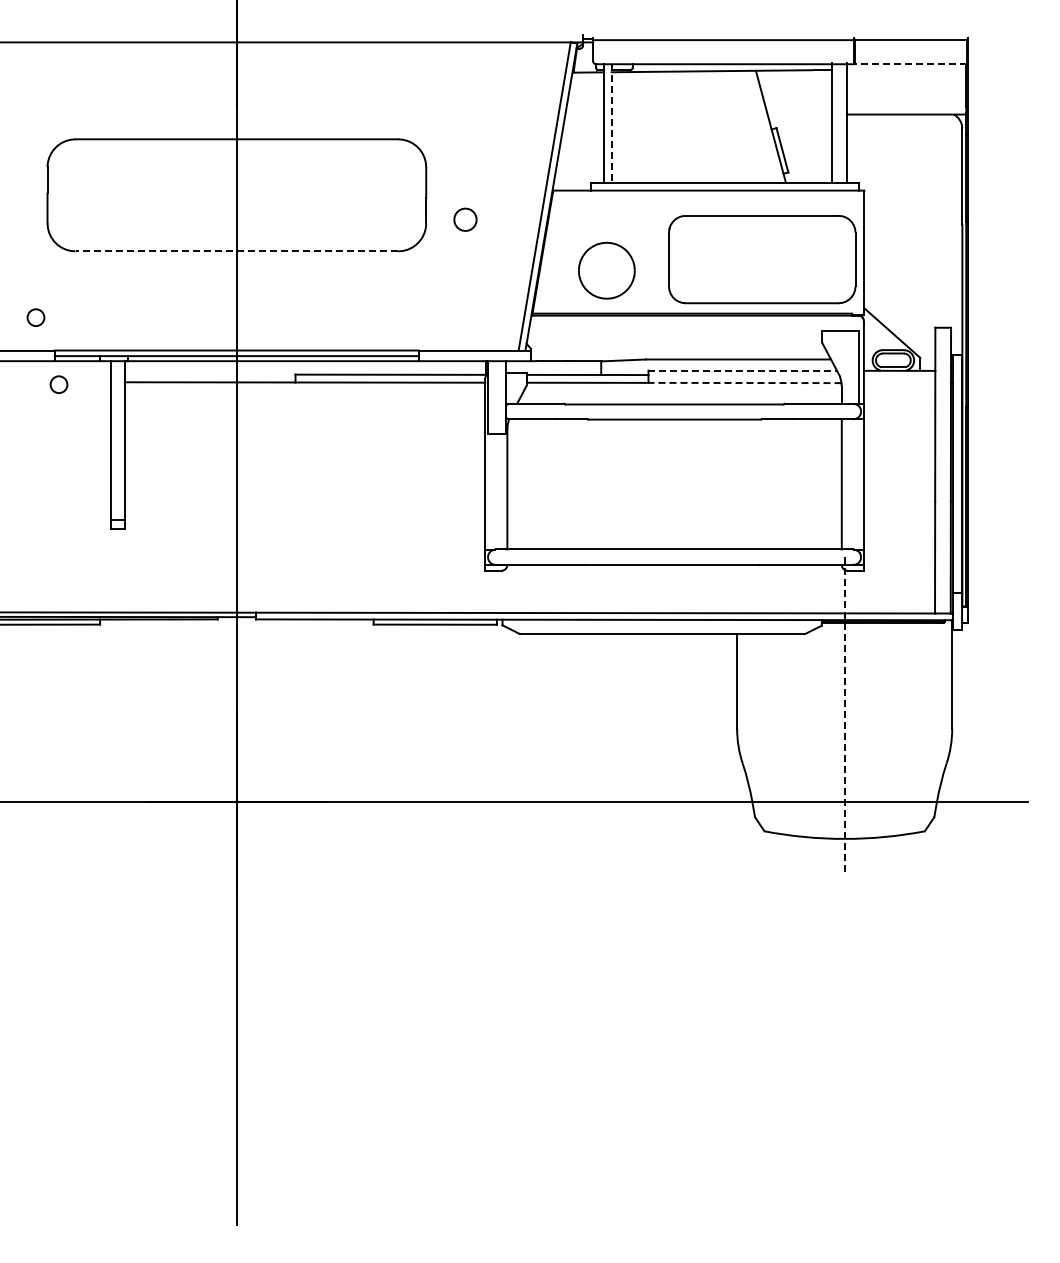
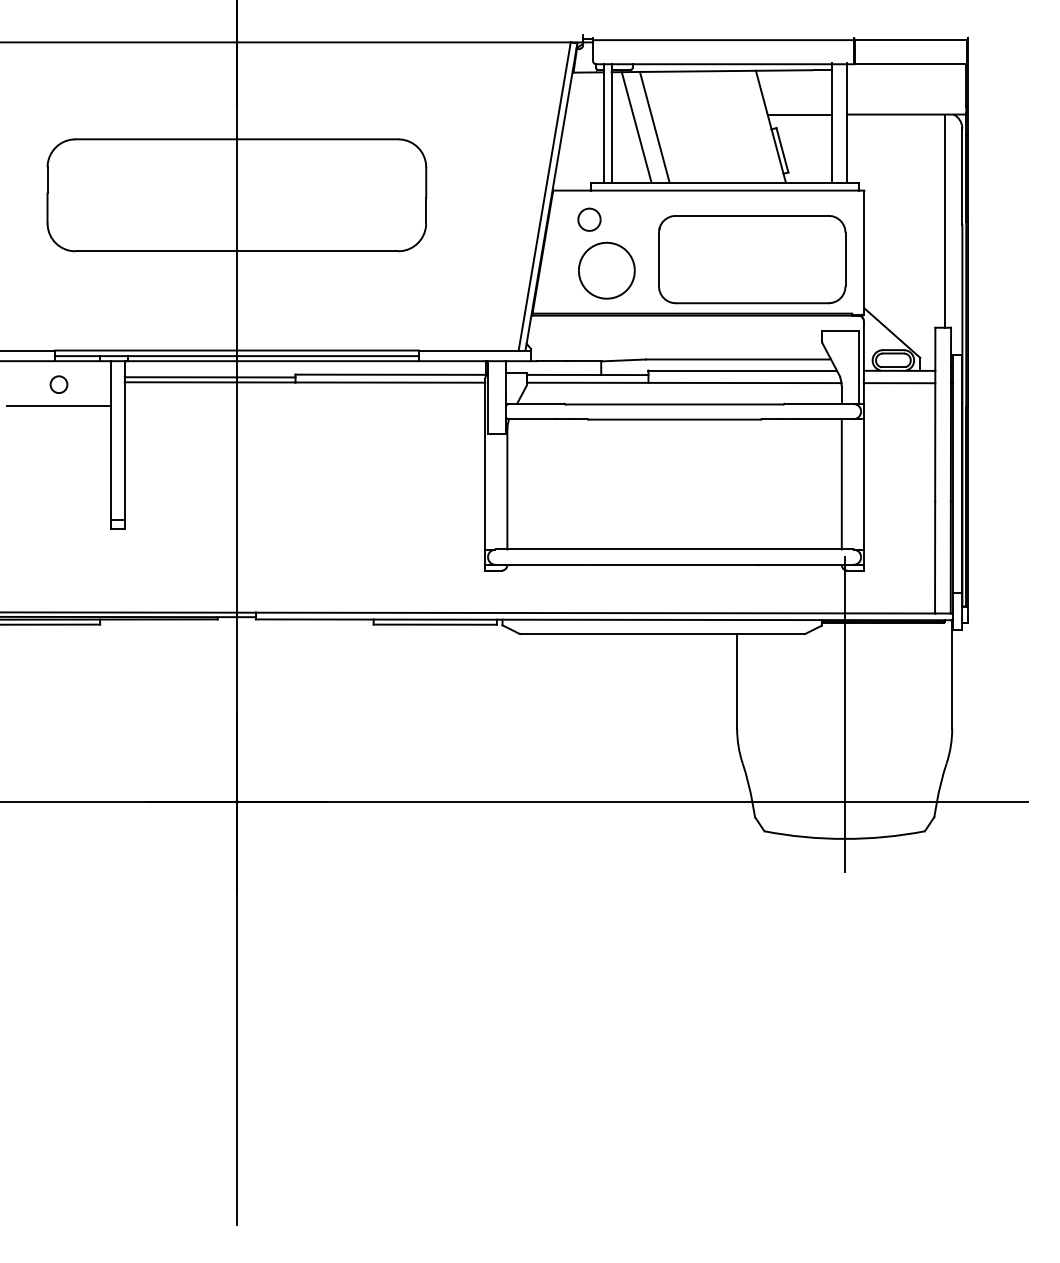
line at (910, 64): dashed -> solid
line at (799, 114): none -> present
line at (611, 123): dashed -> solid
line at (654, 126): none -> present
line at (636, 127): none -> present
part at (465, 219) position: (465, 219) -> (589, 219)
line at (944, 220): none -> present
line at (236, 251): dashed -> solid
part at (762, 259) position: (762, 259) -> (752, 259)
circle at (35, 317): present -> none
line at (743, 370): dashed -> solid
line at (209, 377): none -> present
line at (744, 383): dashed -> solid
line at (899, 383): none -> present
line at (58, 405): none -> present
line at (844, 715): dashed -> solid
